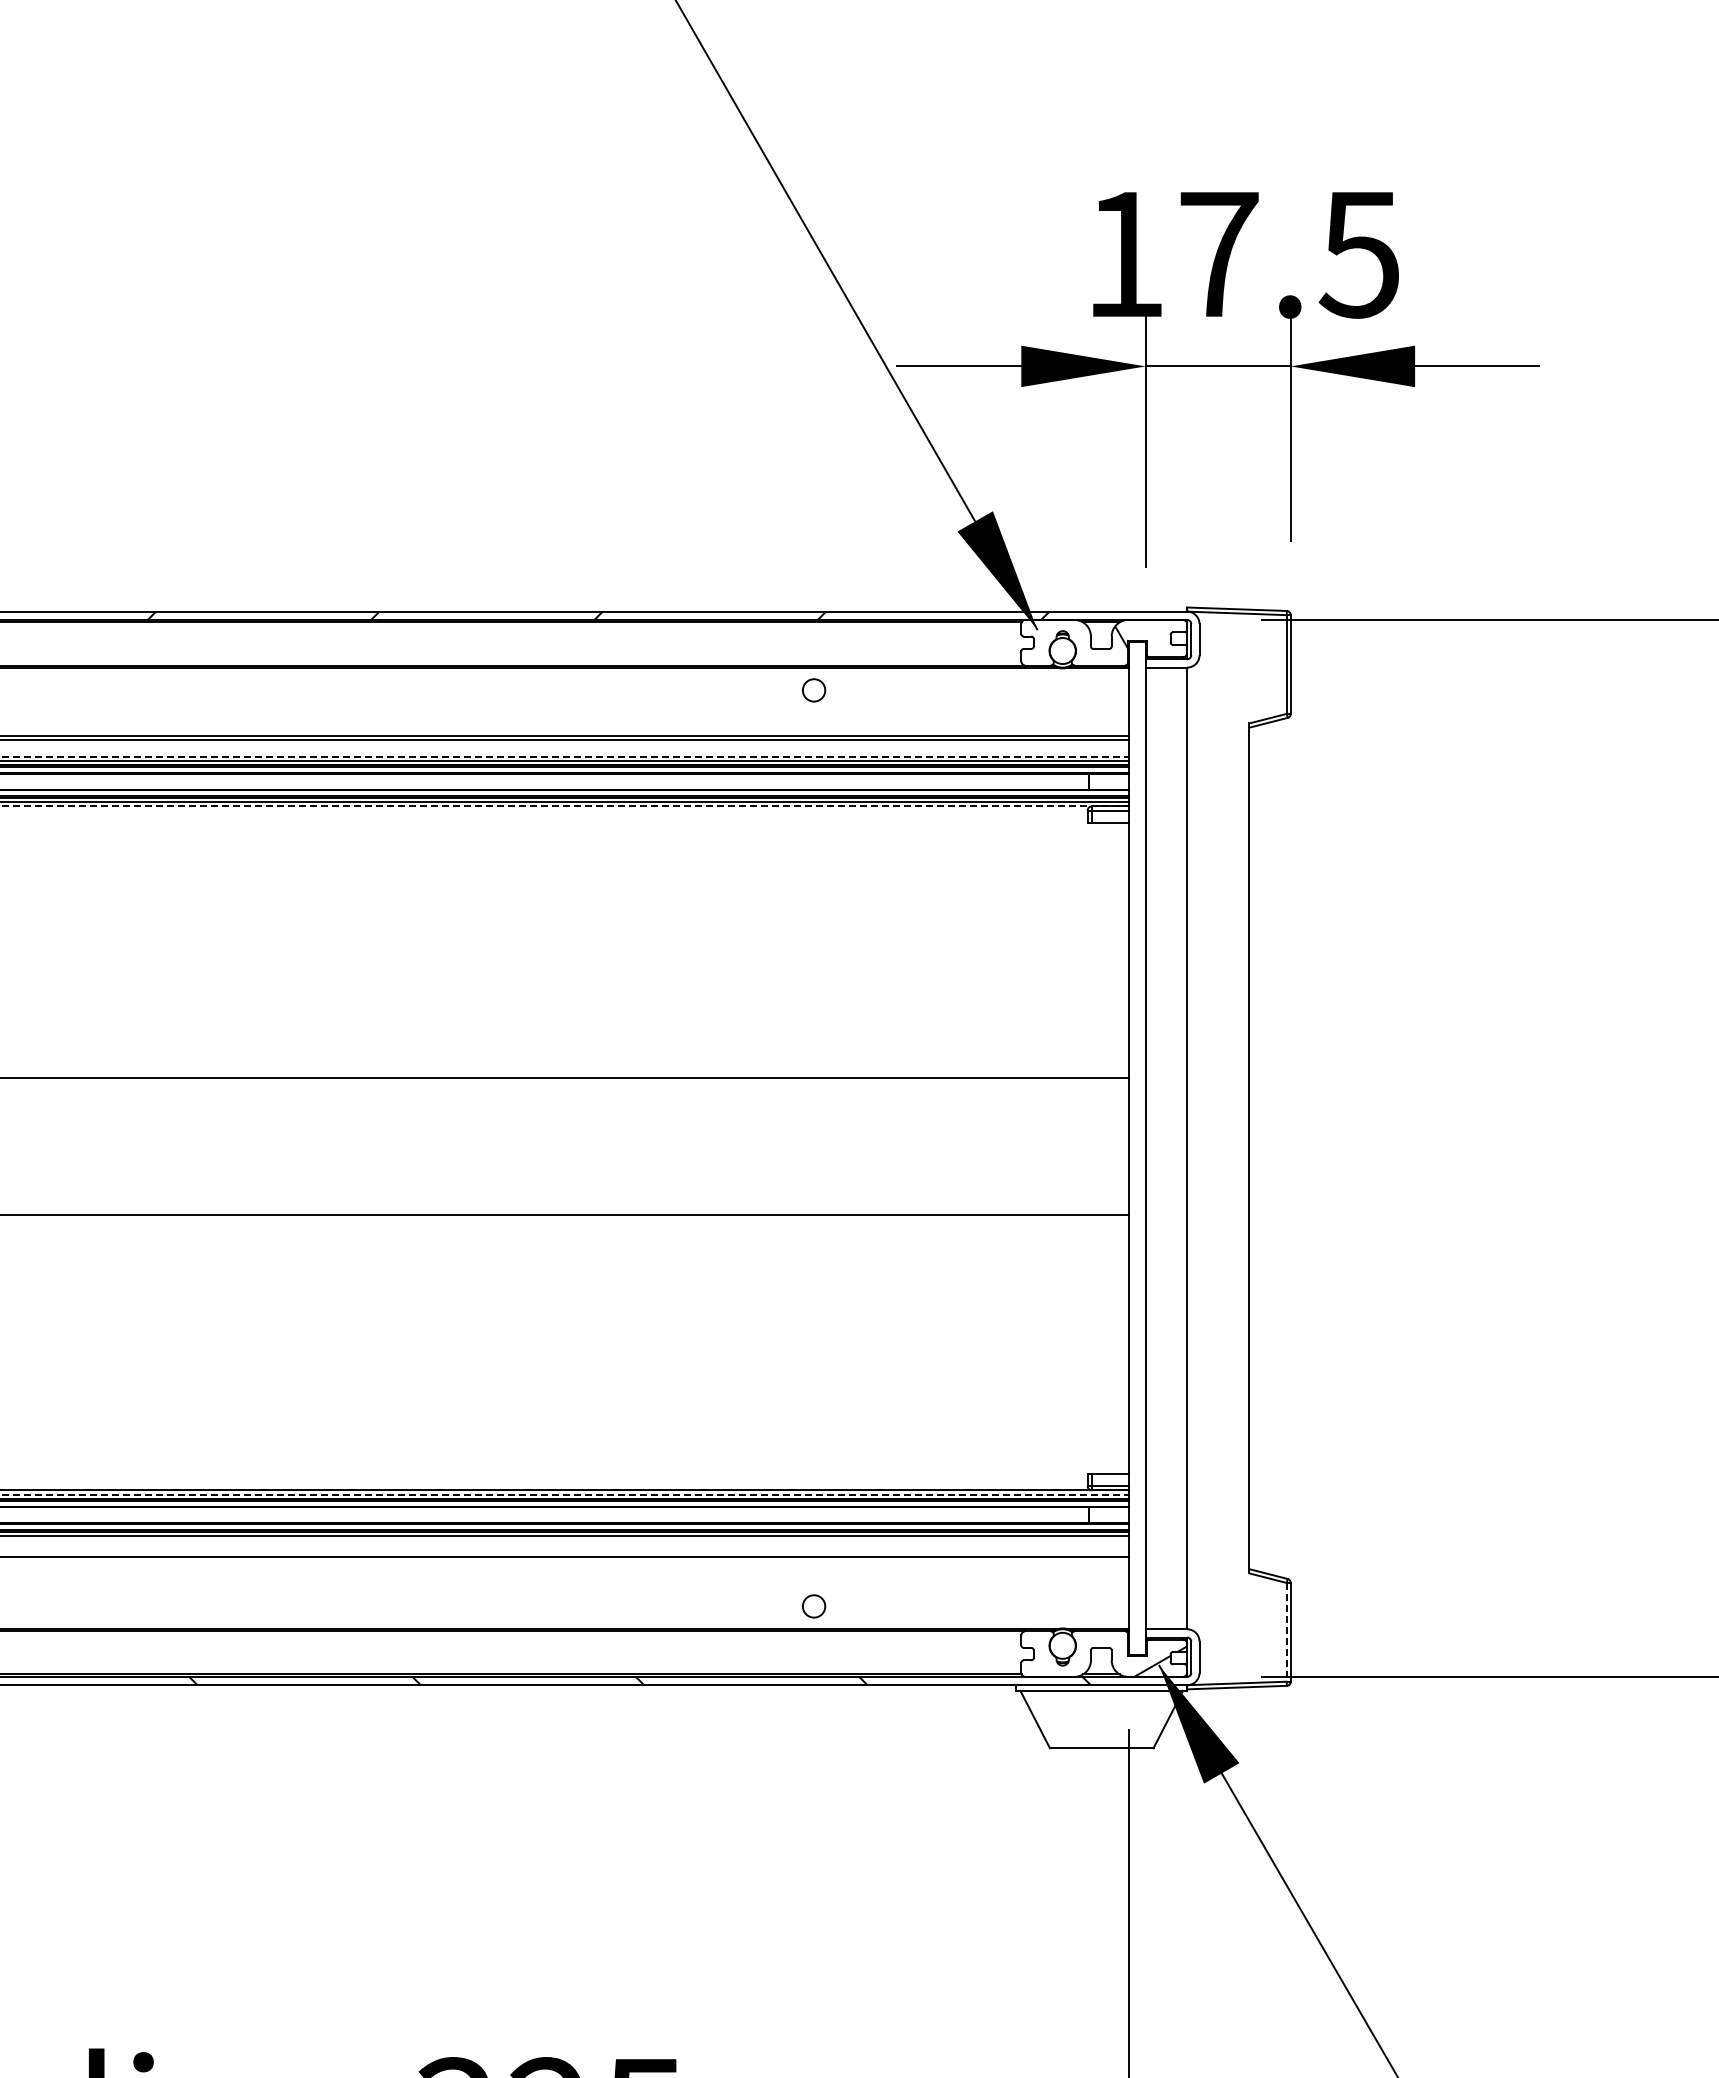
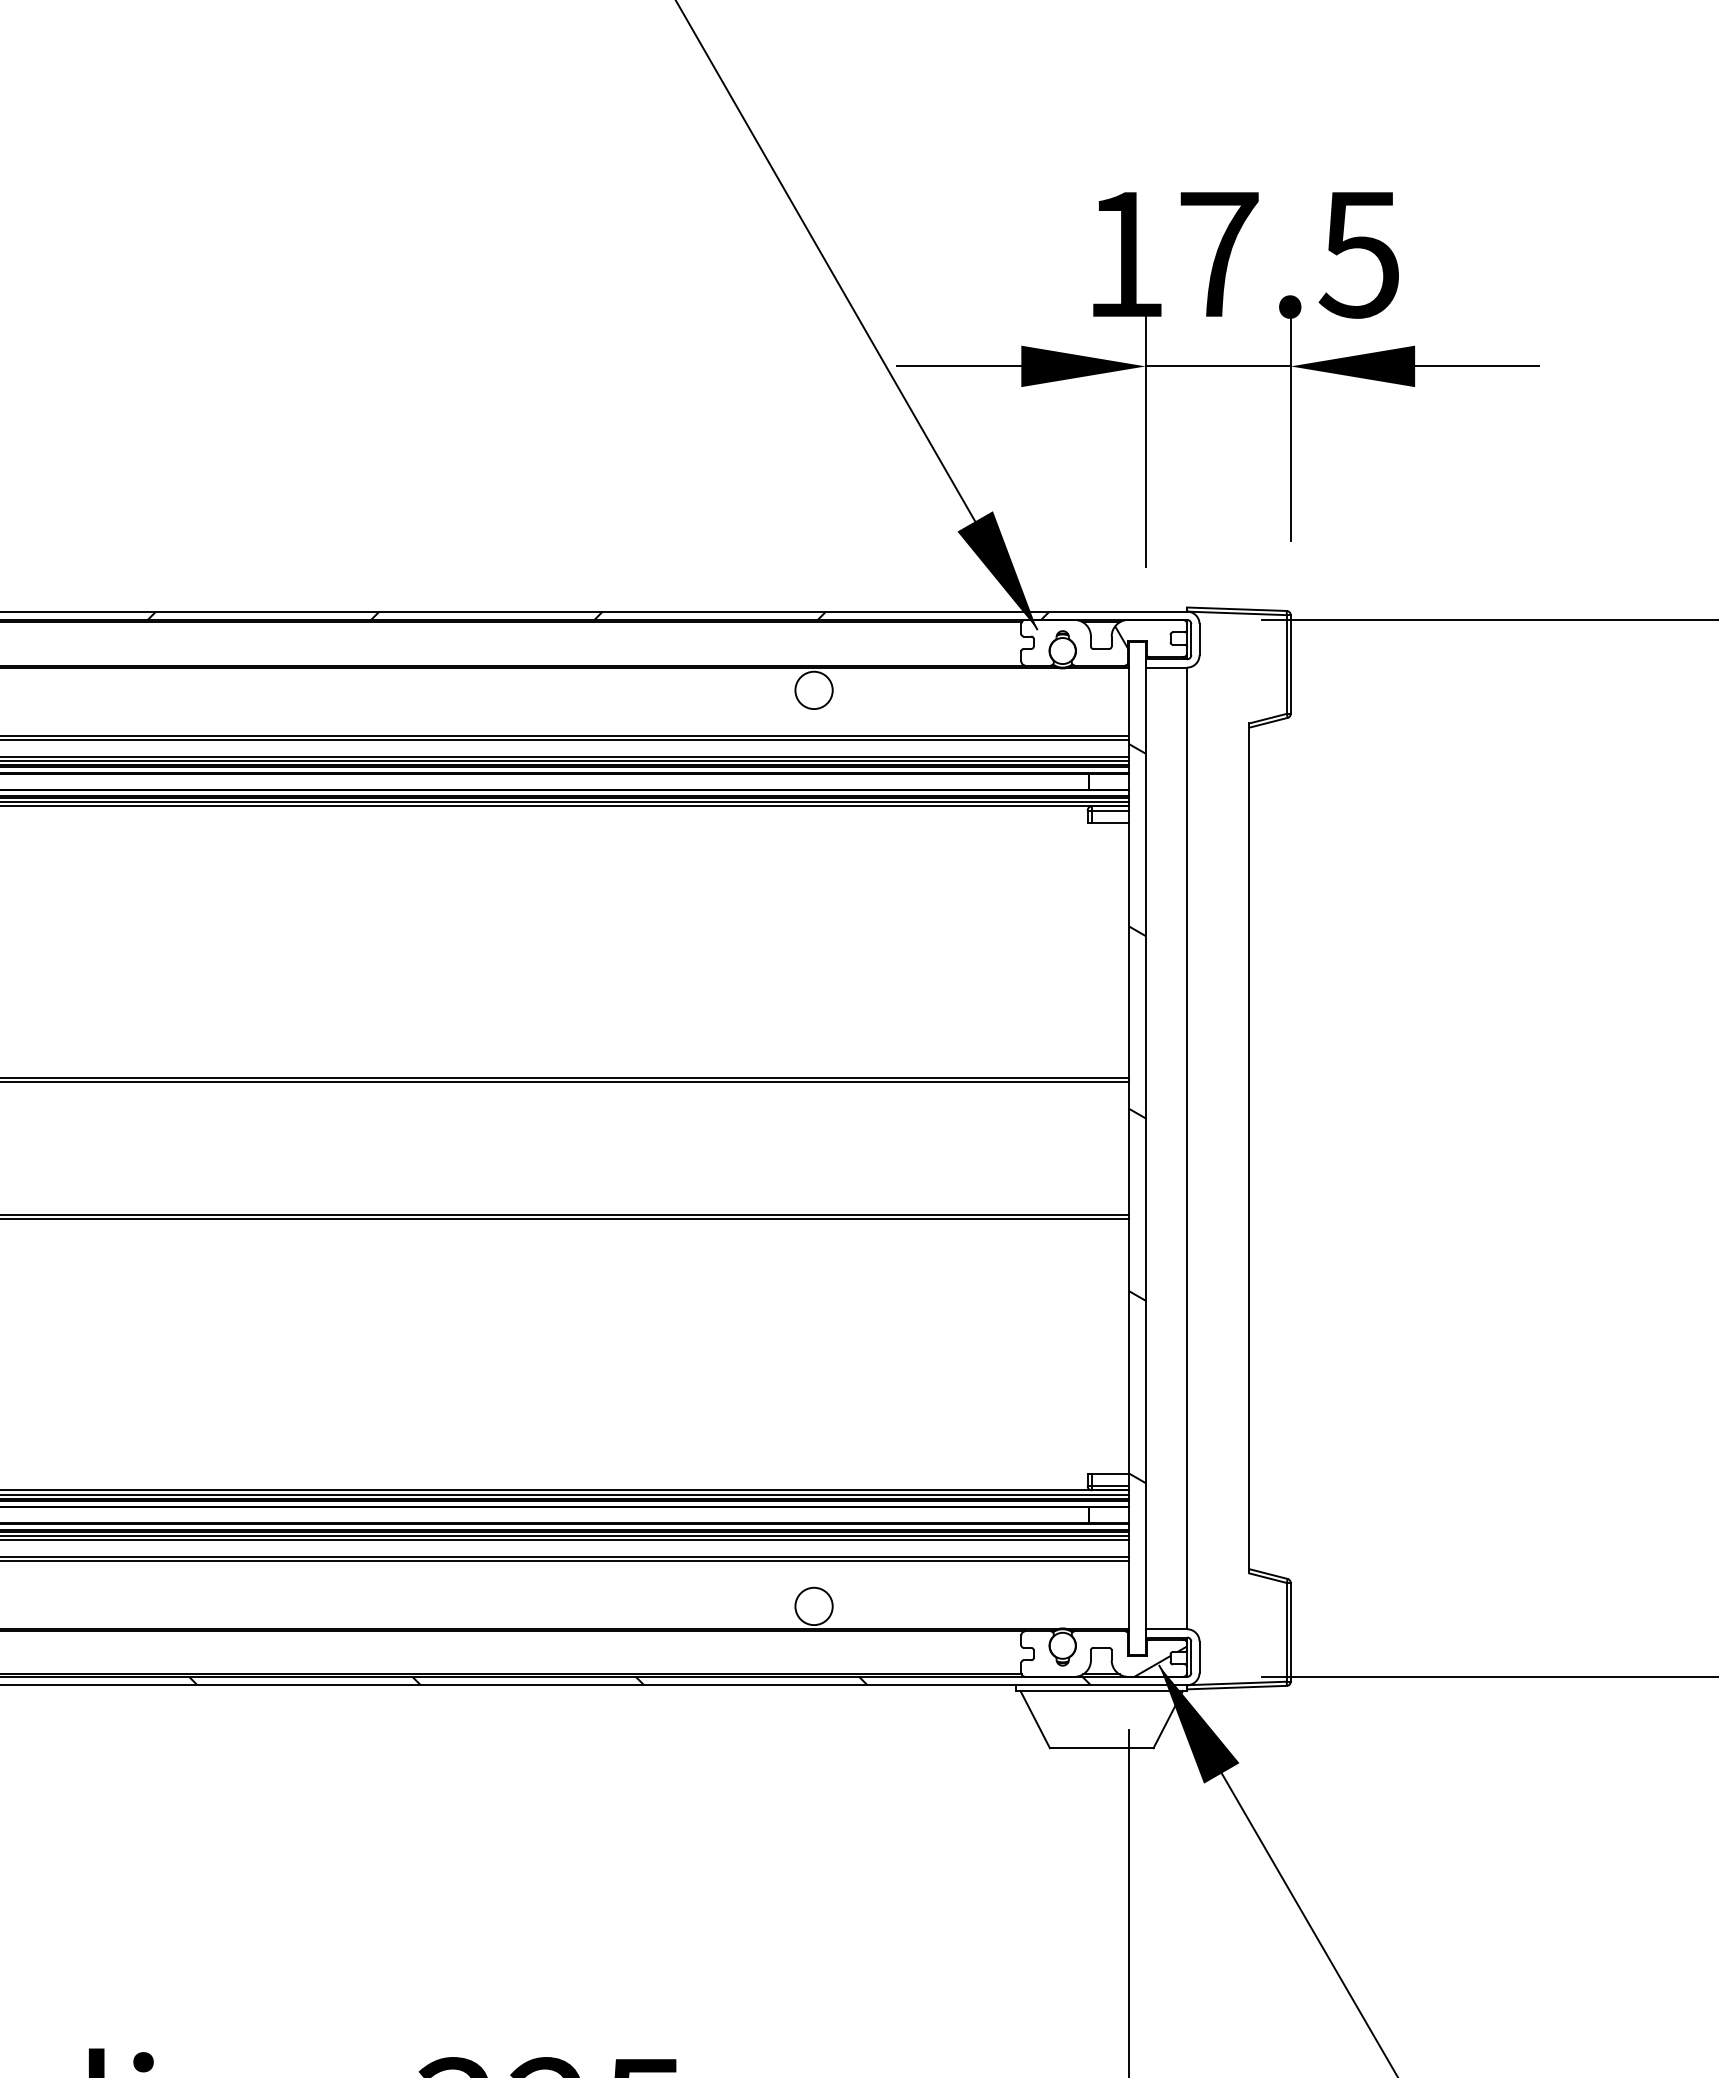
circle at (813, 690) diameter: 22 px -> 37 px
line at (565, 756): dashed -> solid
line at (565, 806): dashed -> solid
line at (565, 1082): none -> present
hatch at (1137, 1113): none -> present
line at (565, 1218): none -> present
line at (565, 1494): dashed -> solid
line at (565, 1540): none -> present
line at (565, 1560): none -> present
circle at (813, 1606) diameter: 22 px -> 37 px
line at (1286, 1632): dashed -> solid
